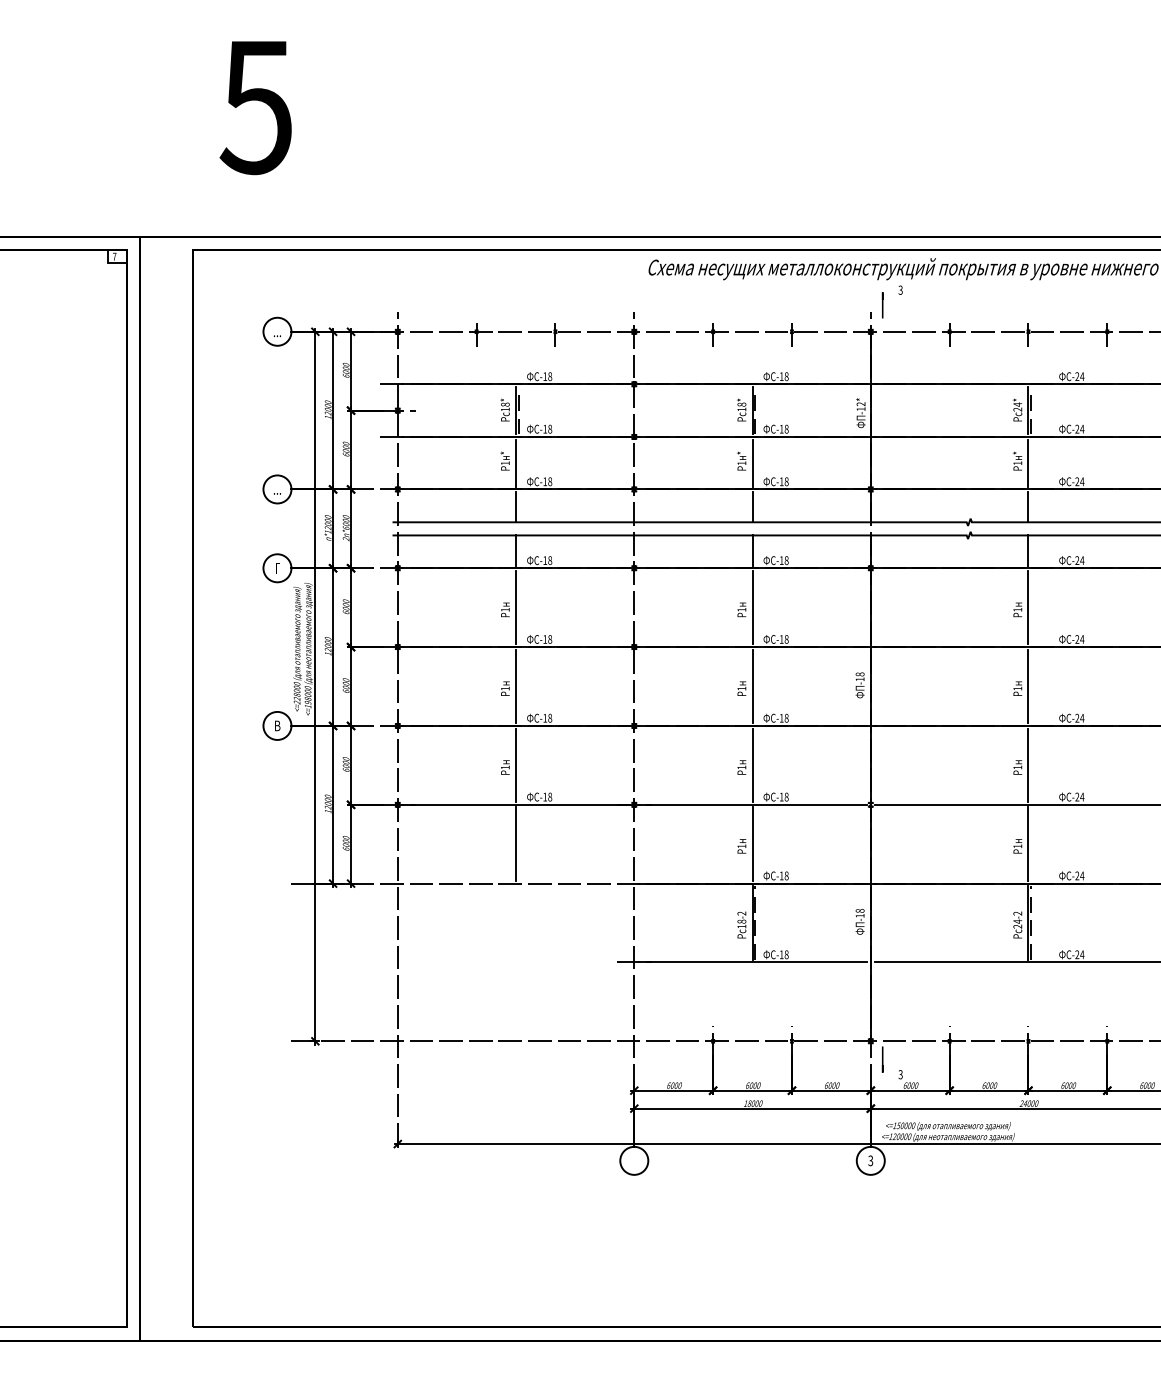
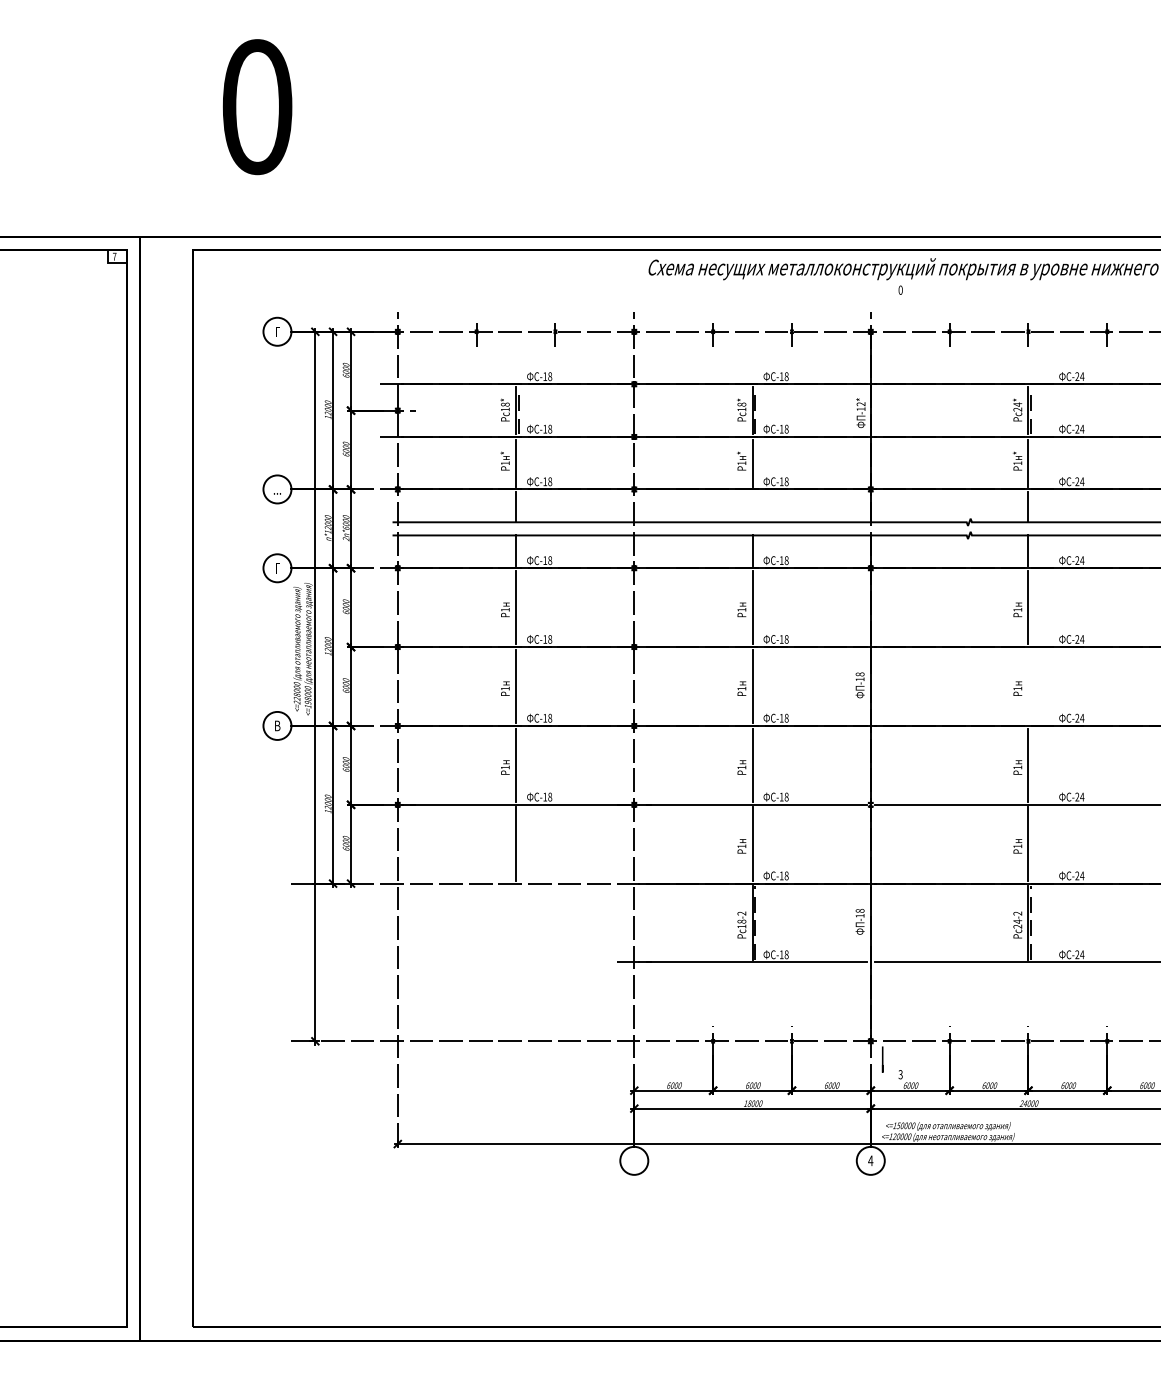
text at (255, 107): 5 -> 0
text at (900, 289): 3 -> 0
line at (882, 305): present -> none
text at (277, 332): ... -> Г
line at (752, 507): present -> none
line at (1028, 686): present -> none
text at (870, 1160): 3 -> 4
